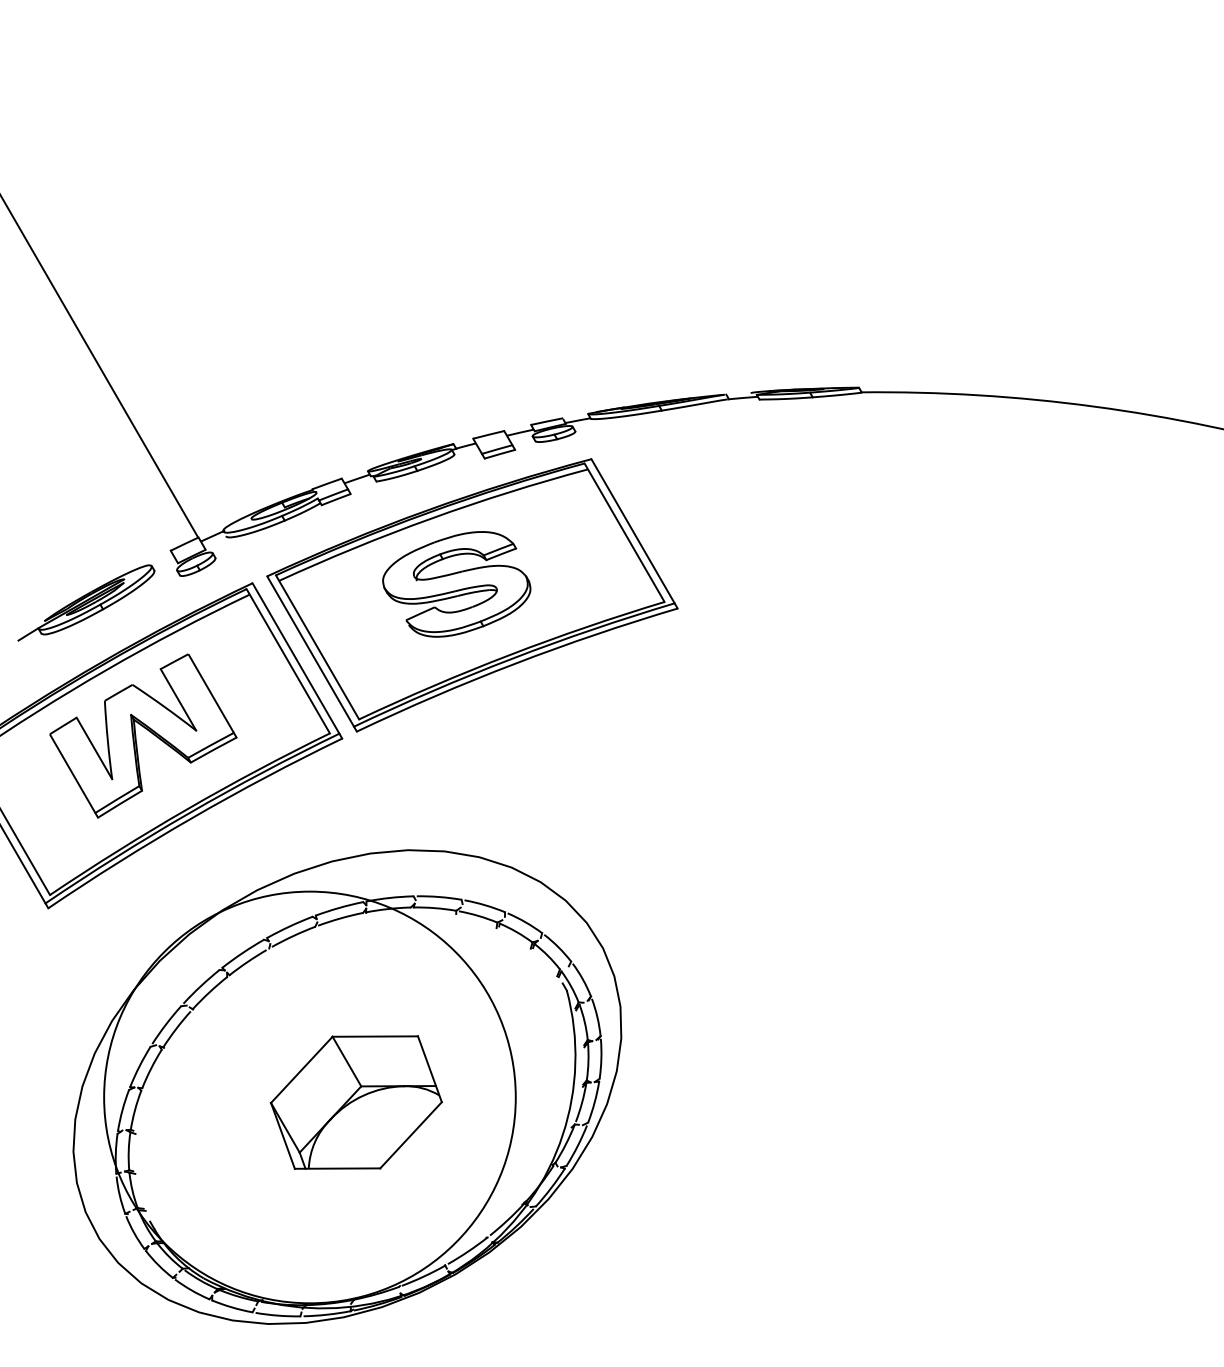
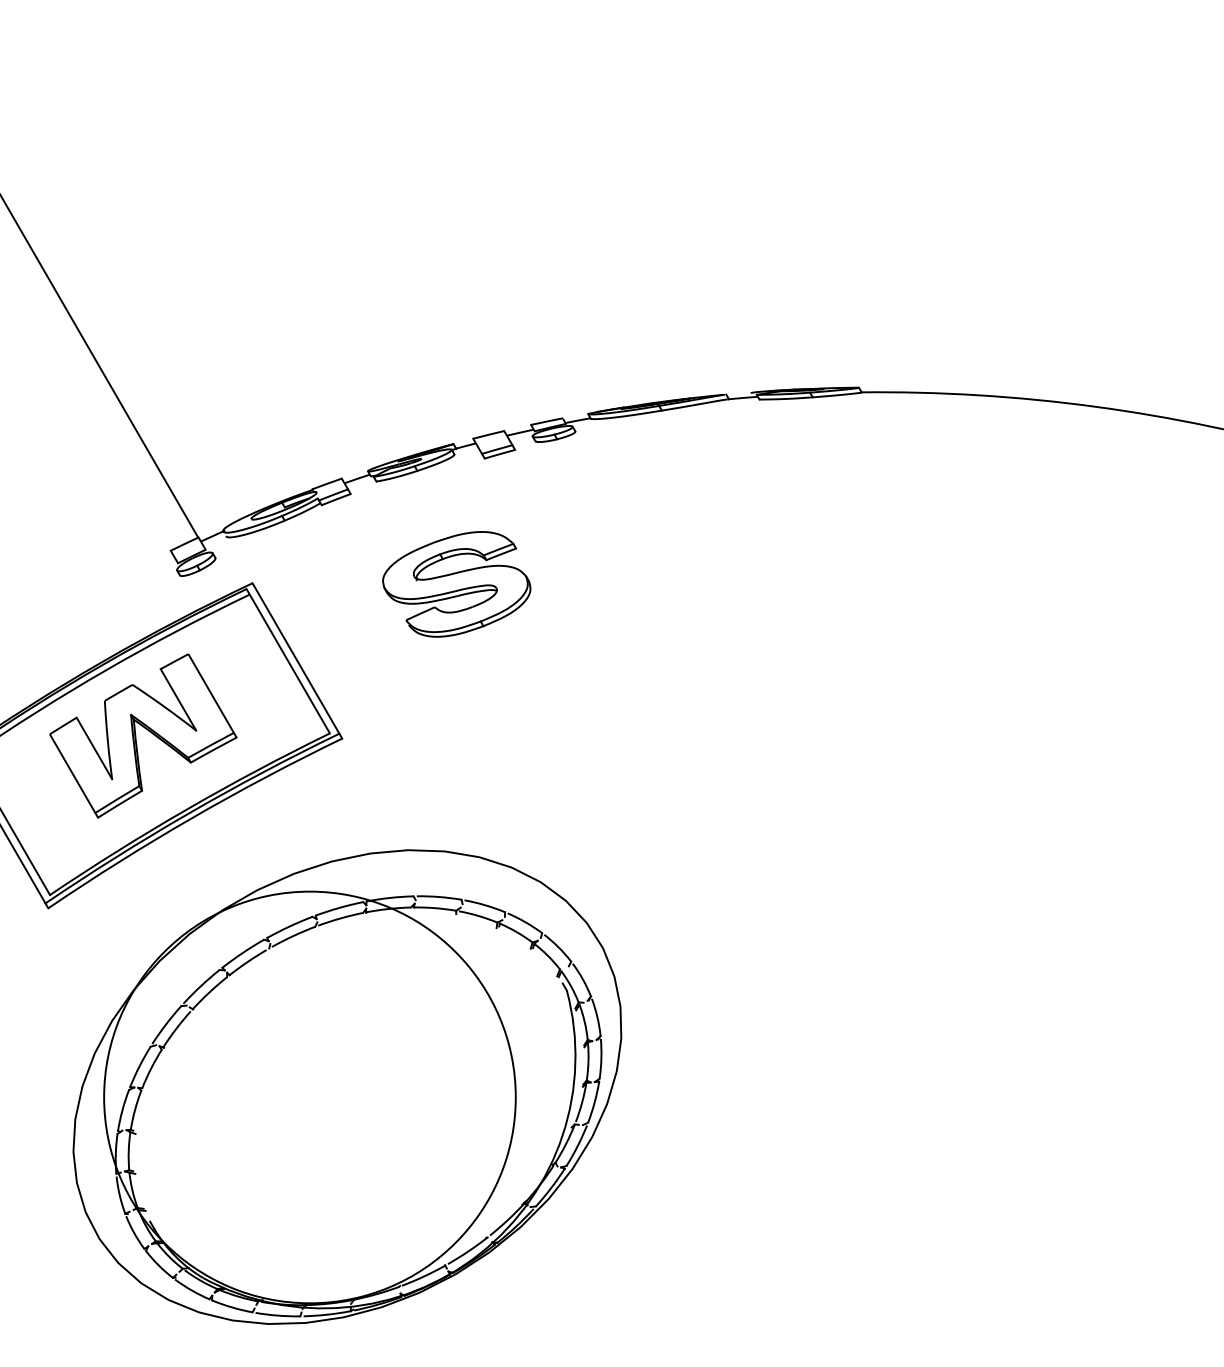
part at (472, 595): present -> none
part at (86, 602): present -> none
part at (355, 1102): present -> none
